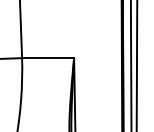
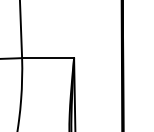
line at (130, 65): present -> none
line at (136, 65): present -> none
